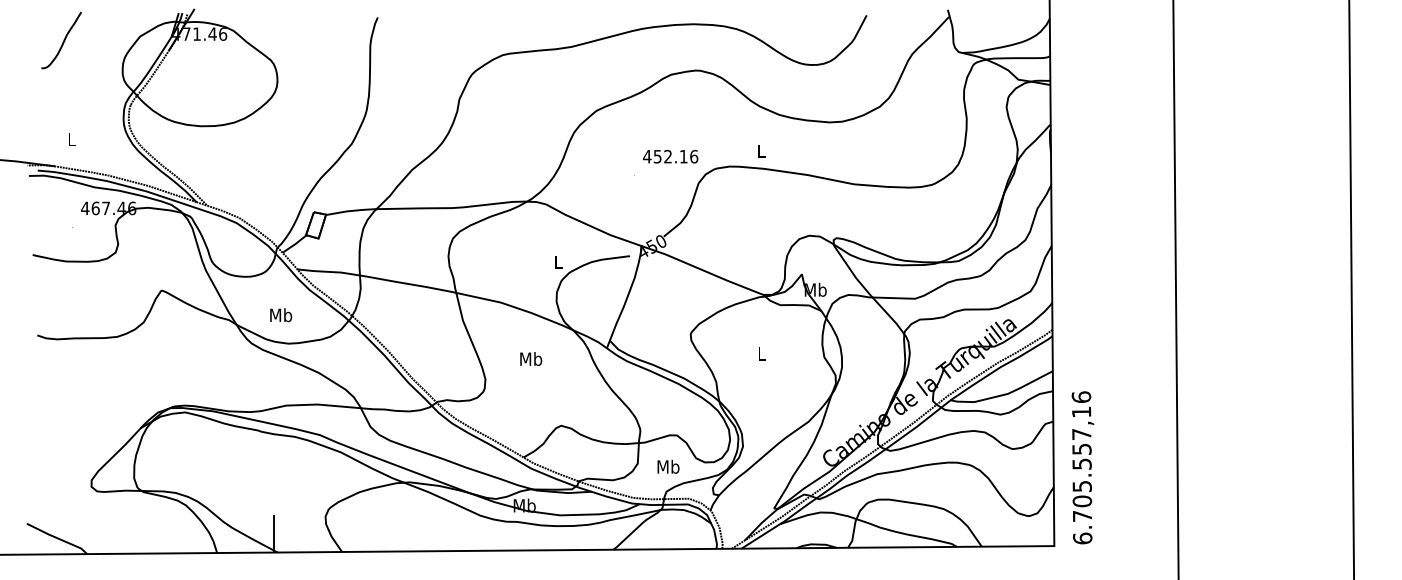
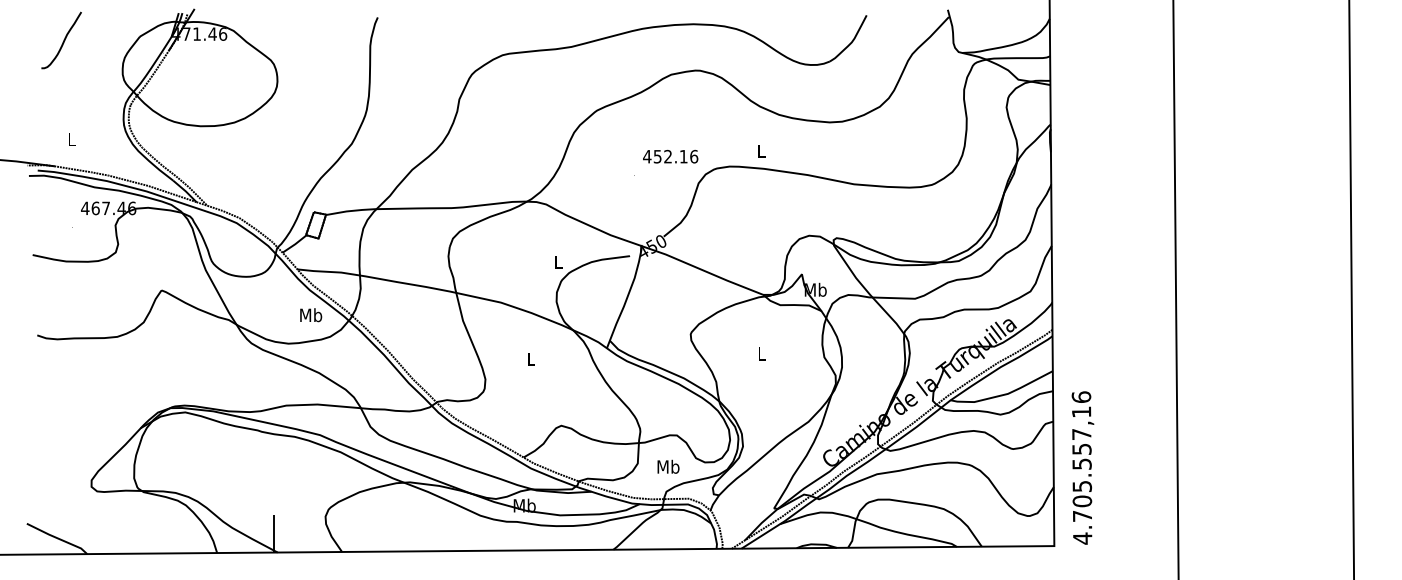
text at (281, 315) position: (281, 315) -> (311, 315)
text at (531, 358): Mb -> L
text at (1082, 538): 6.705.557,16 -> 4.705.557,16
